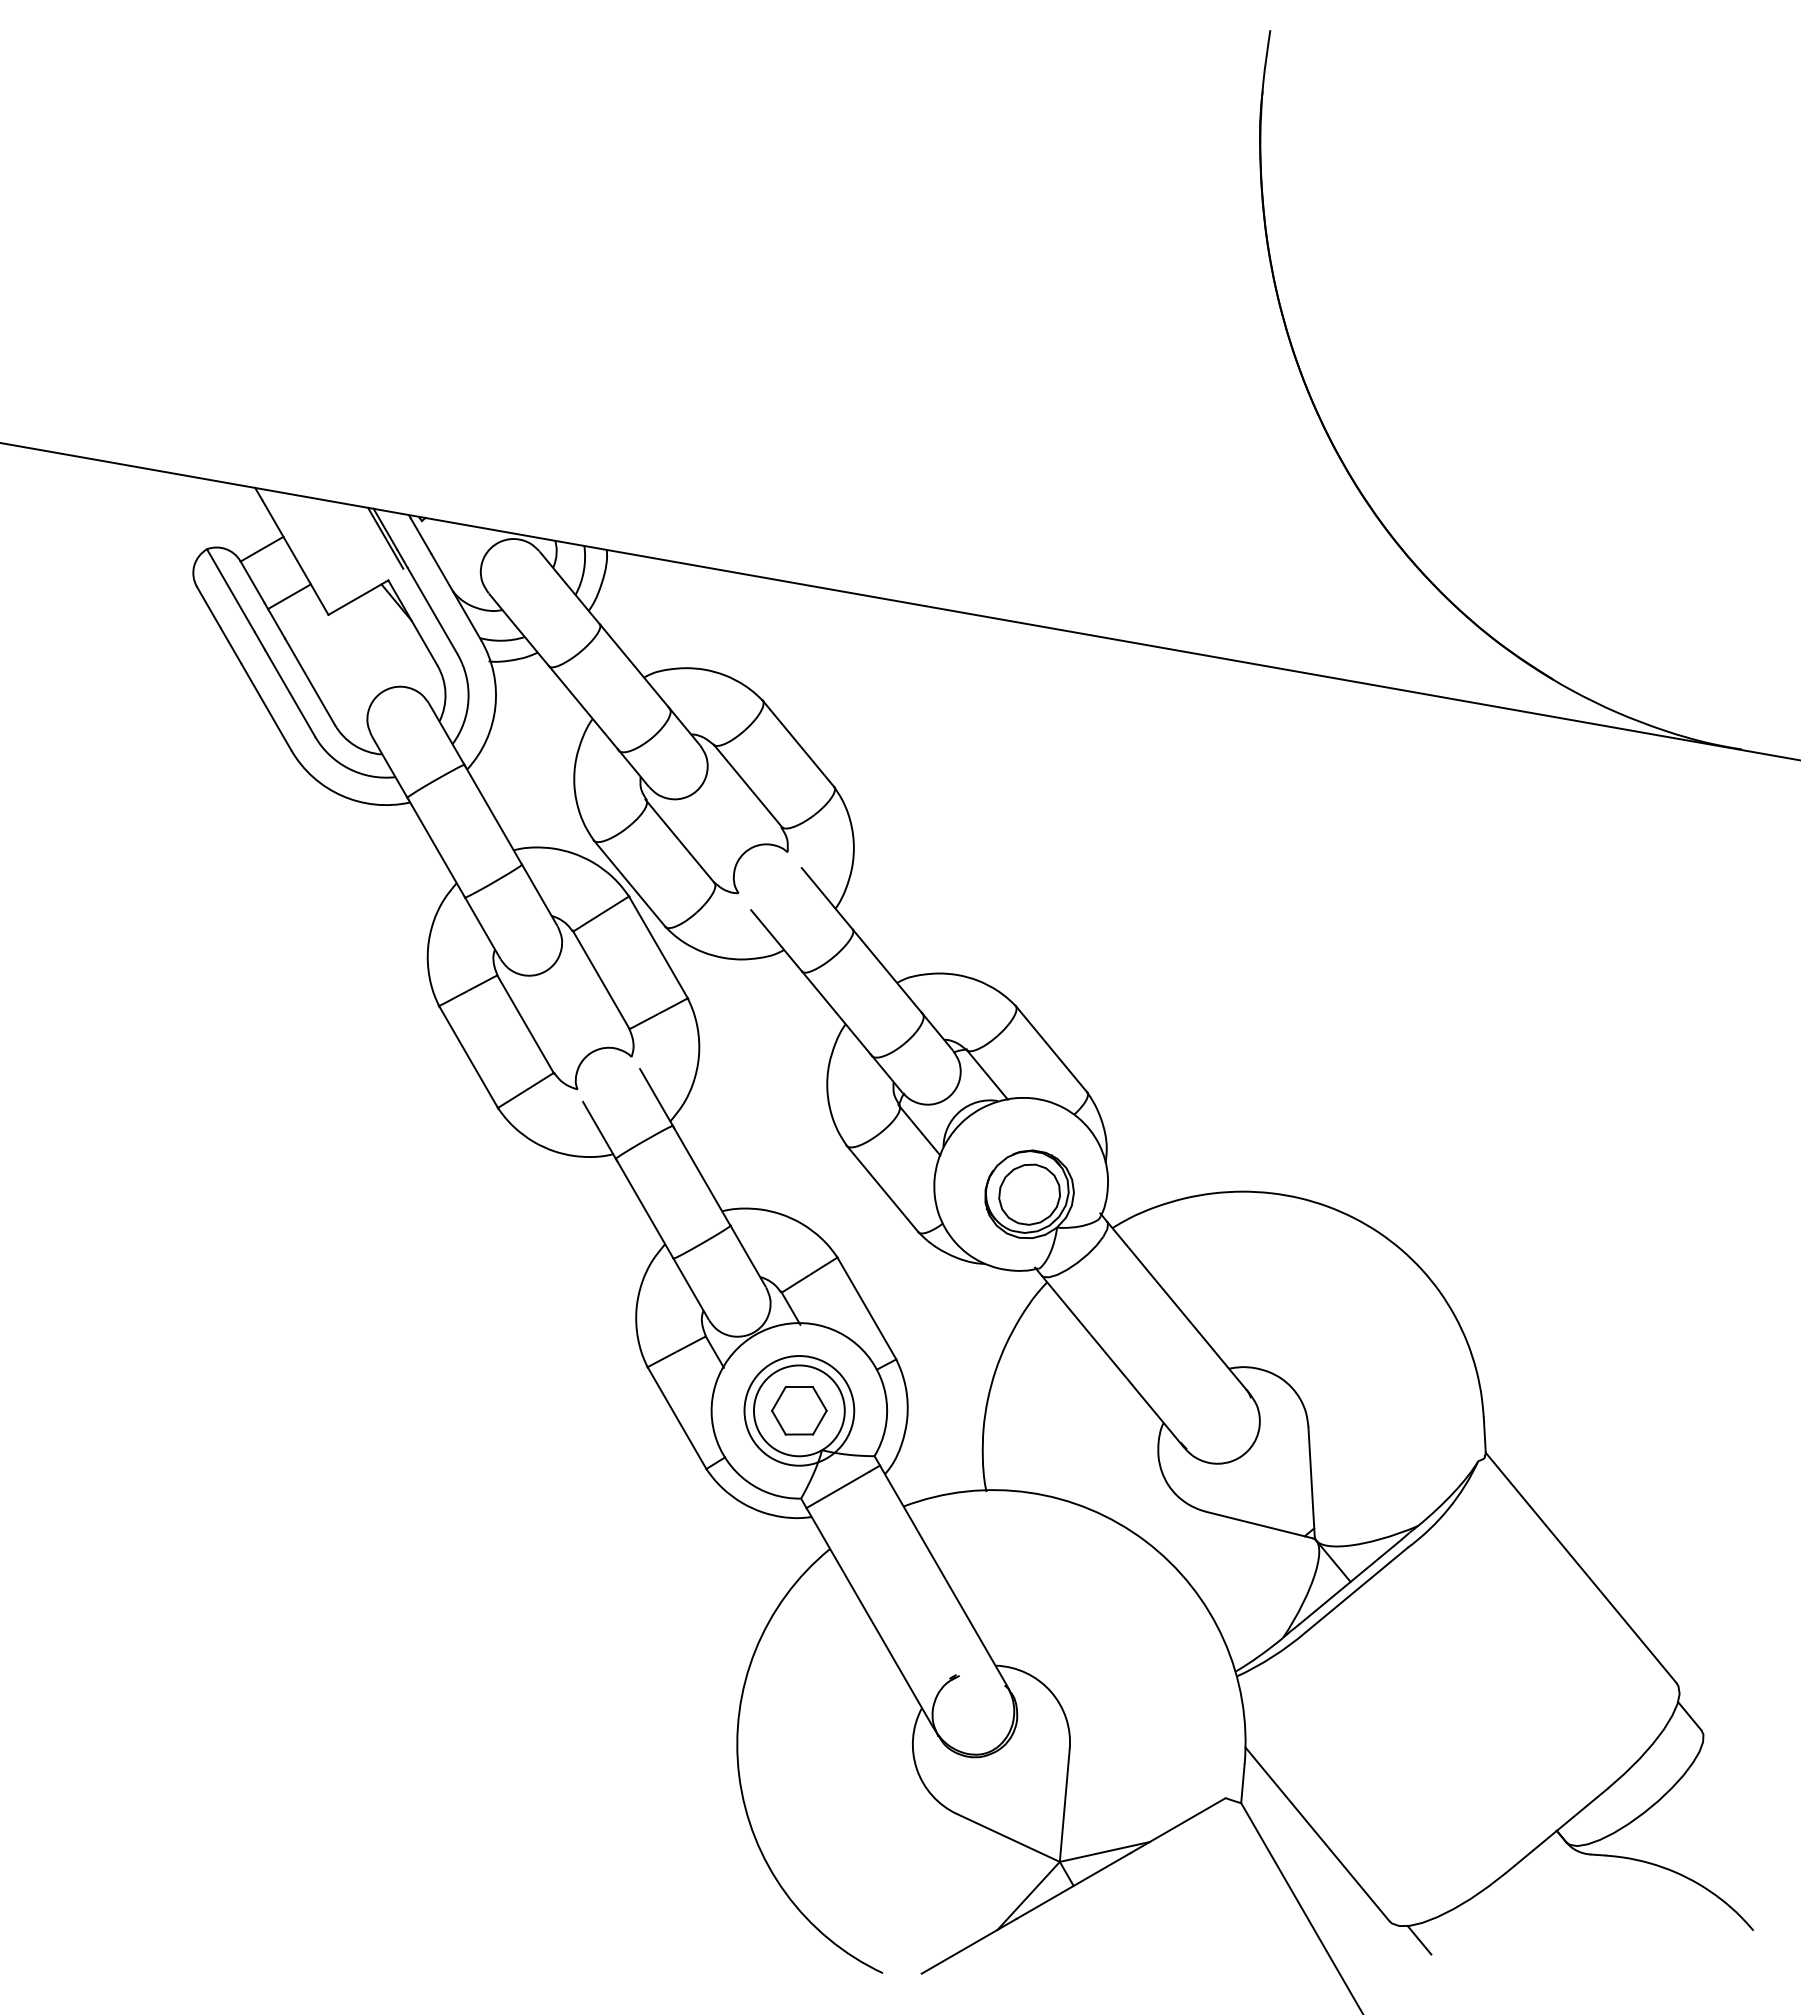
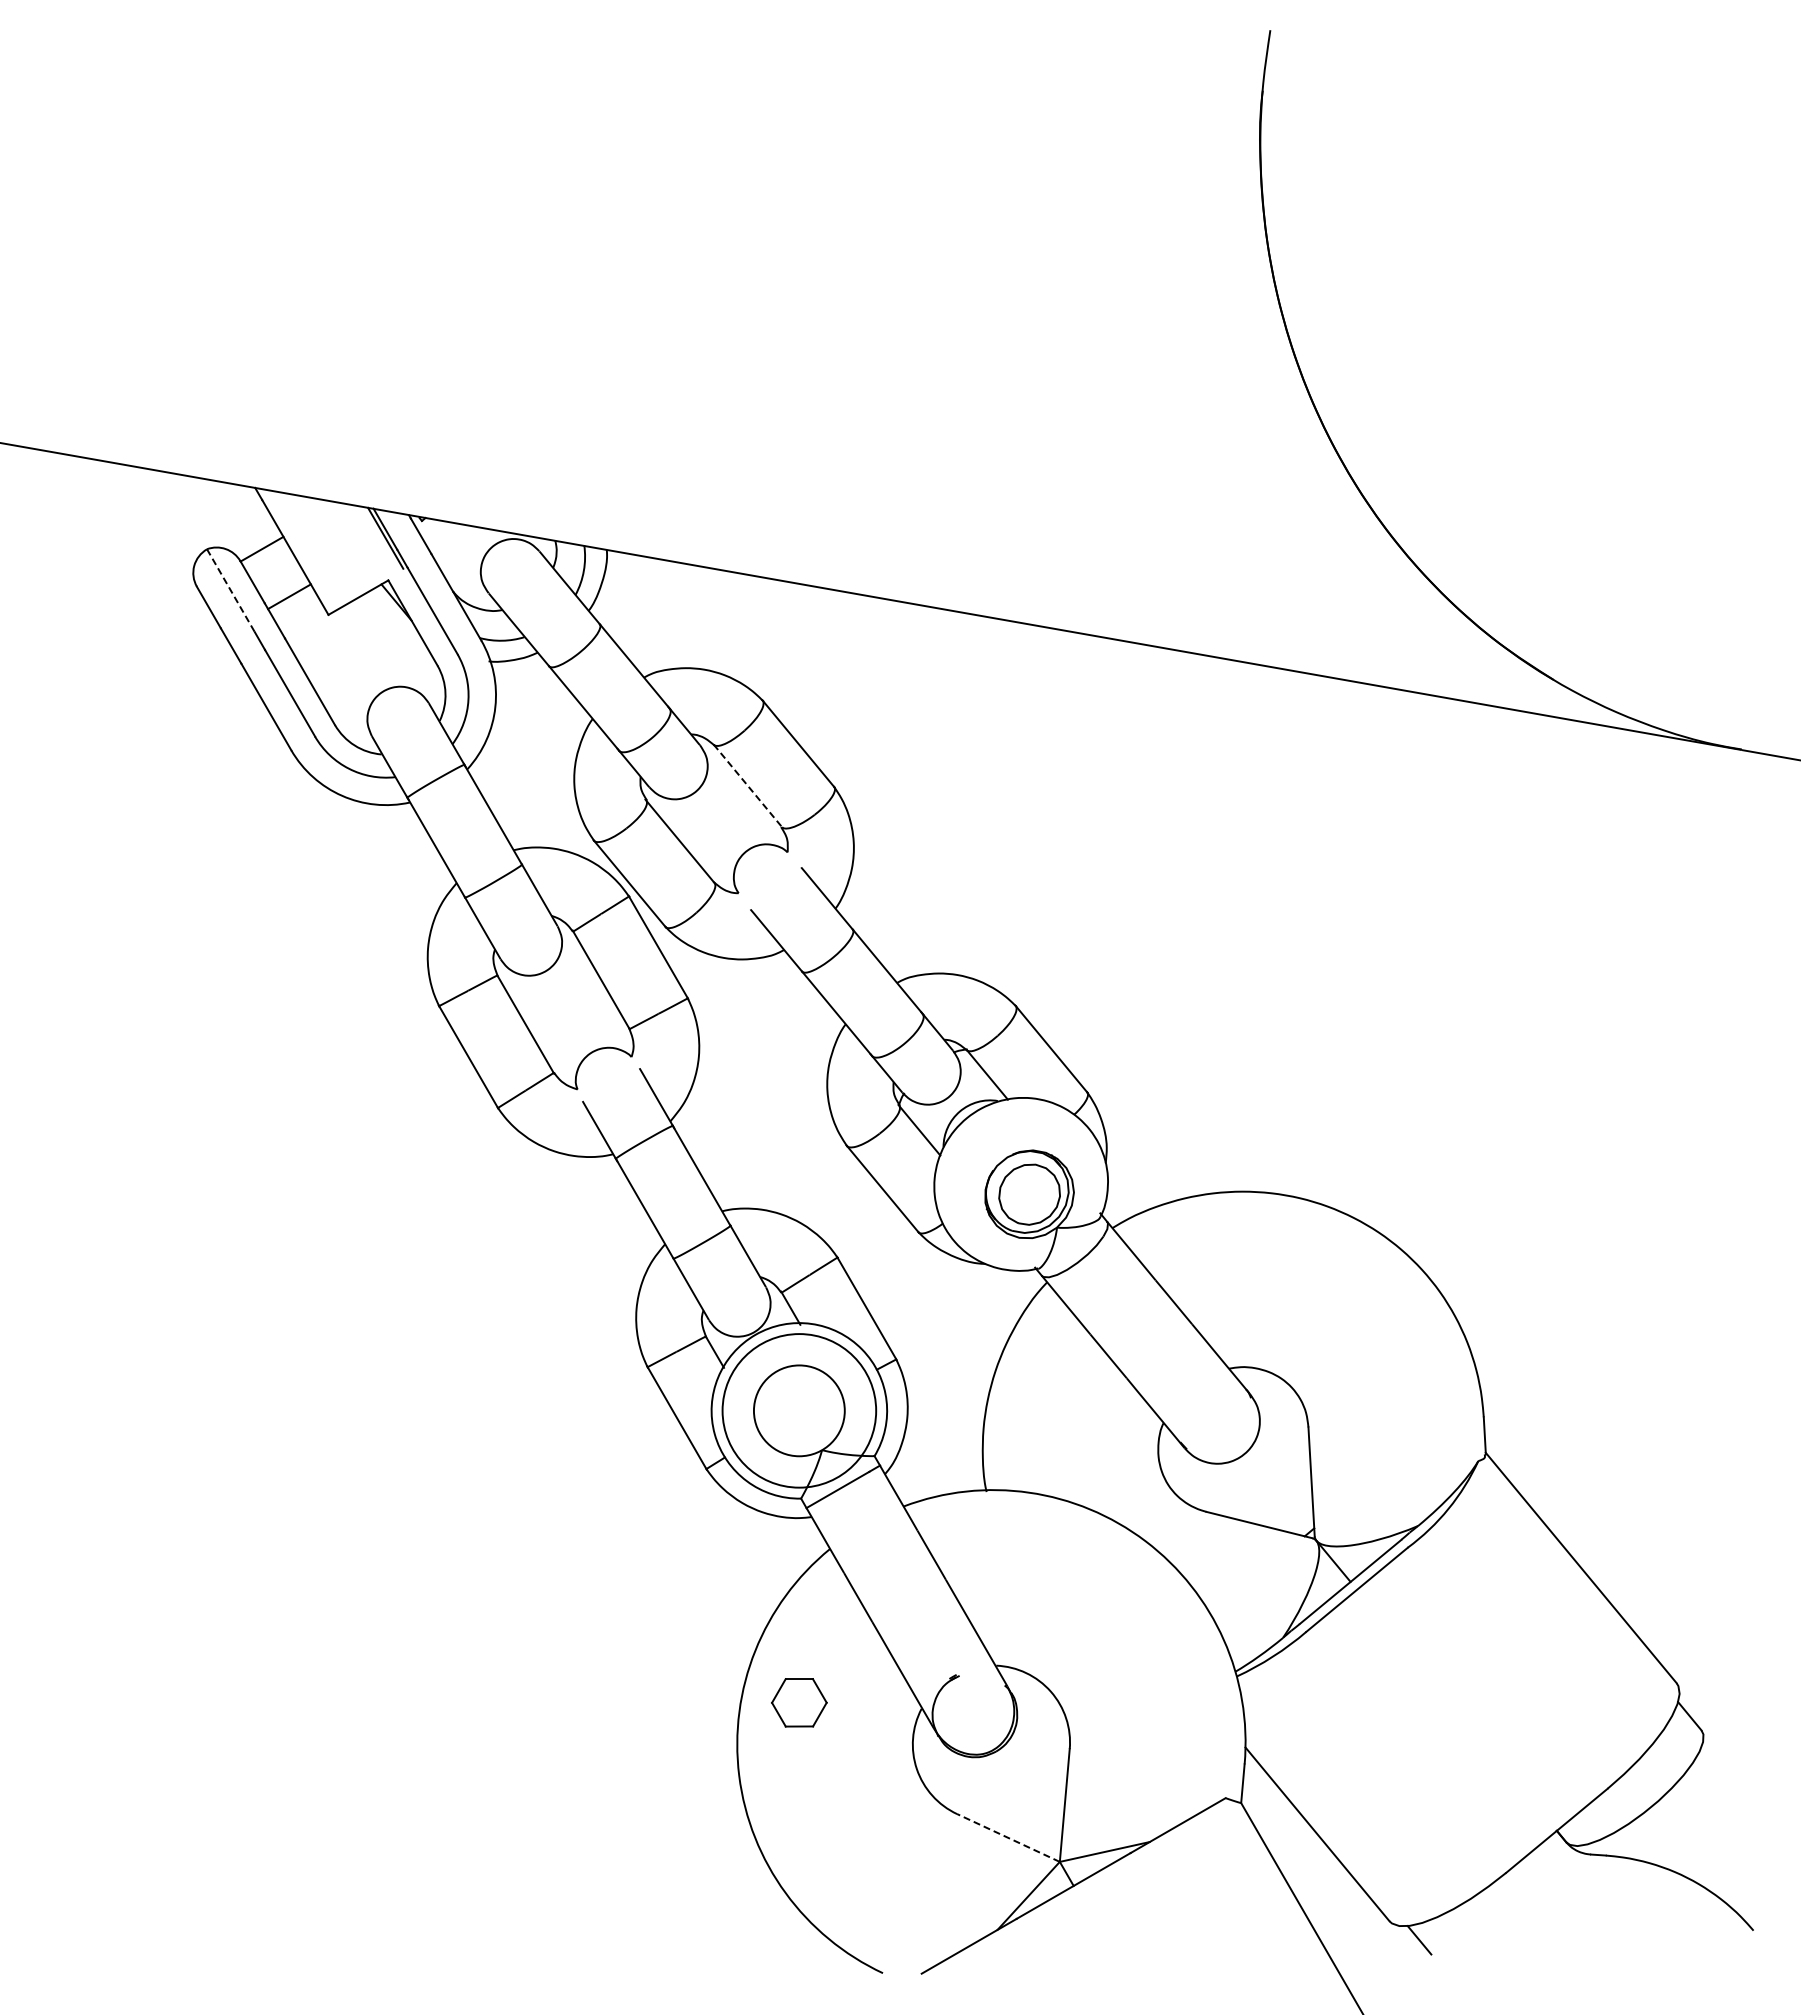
line at (230, 590): solid -> dashed
line at (748, 786): solid -> dashed
circle at (799, 1410) diameter: 110 px -> 154 px
part at (799, 1410) position: (799, 1410) -> (799, 1702)
line at (1008, 1837): solid -> dashed
